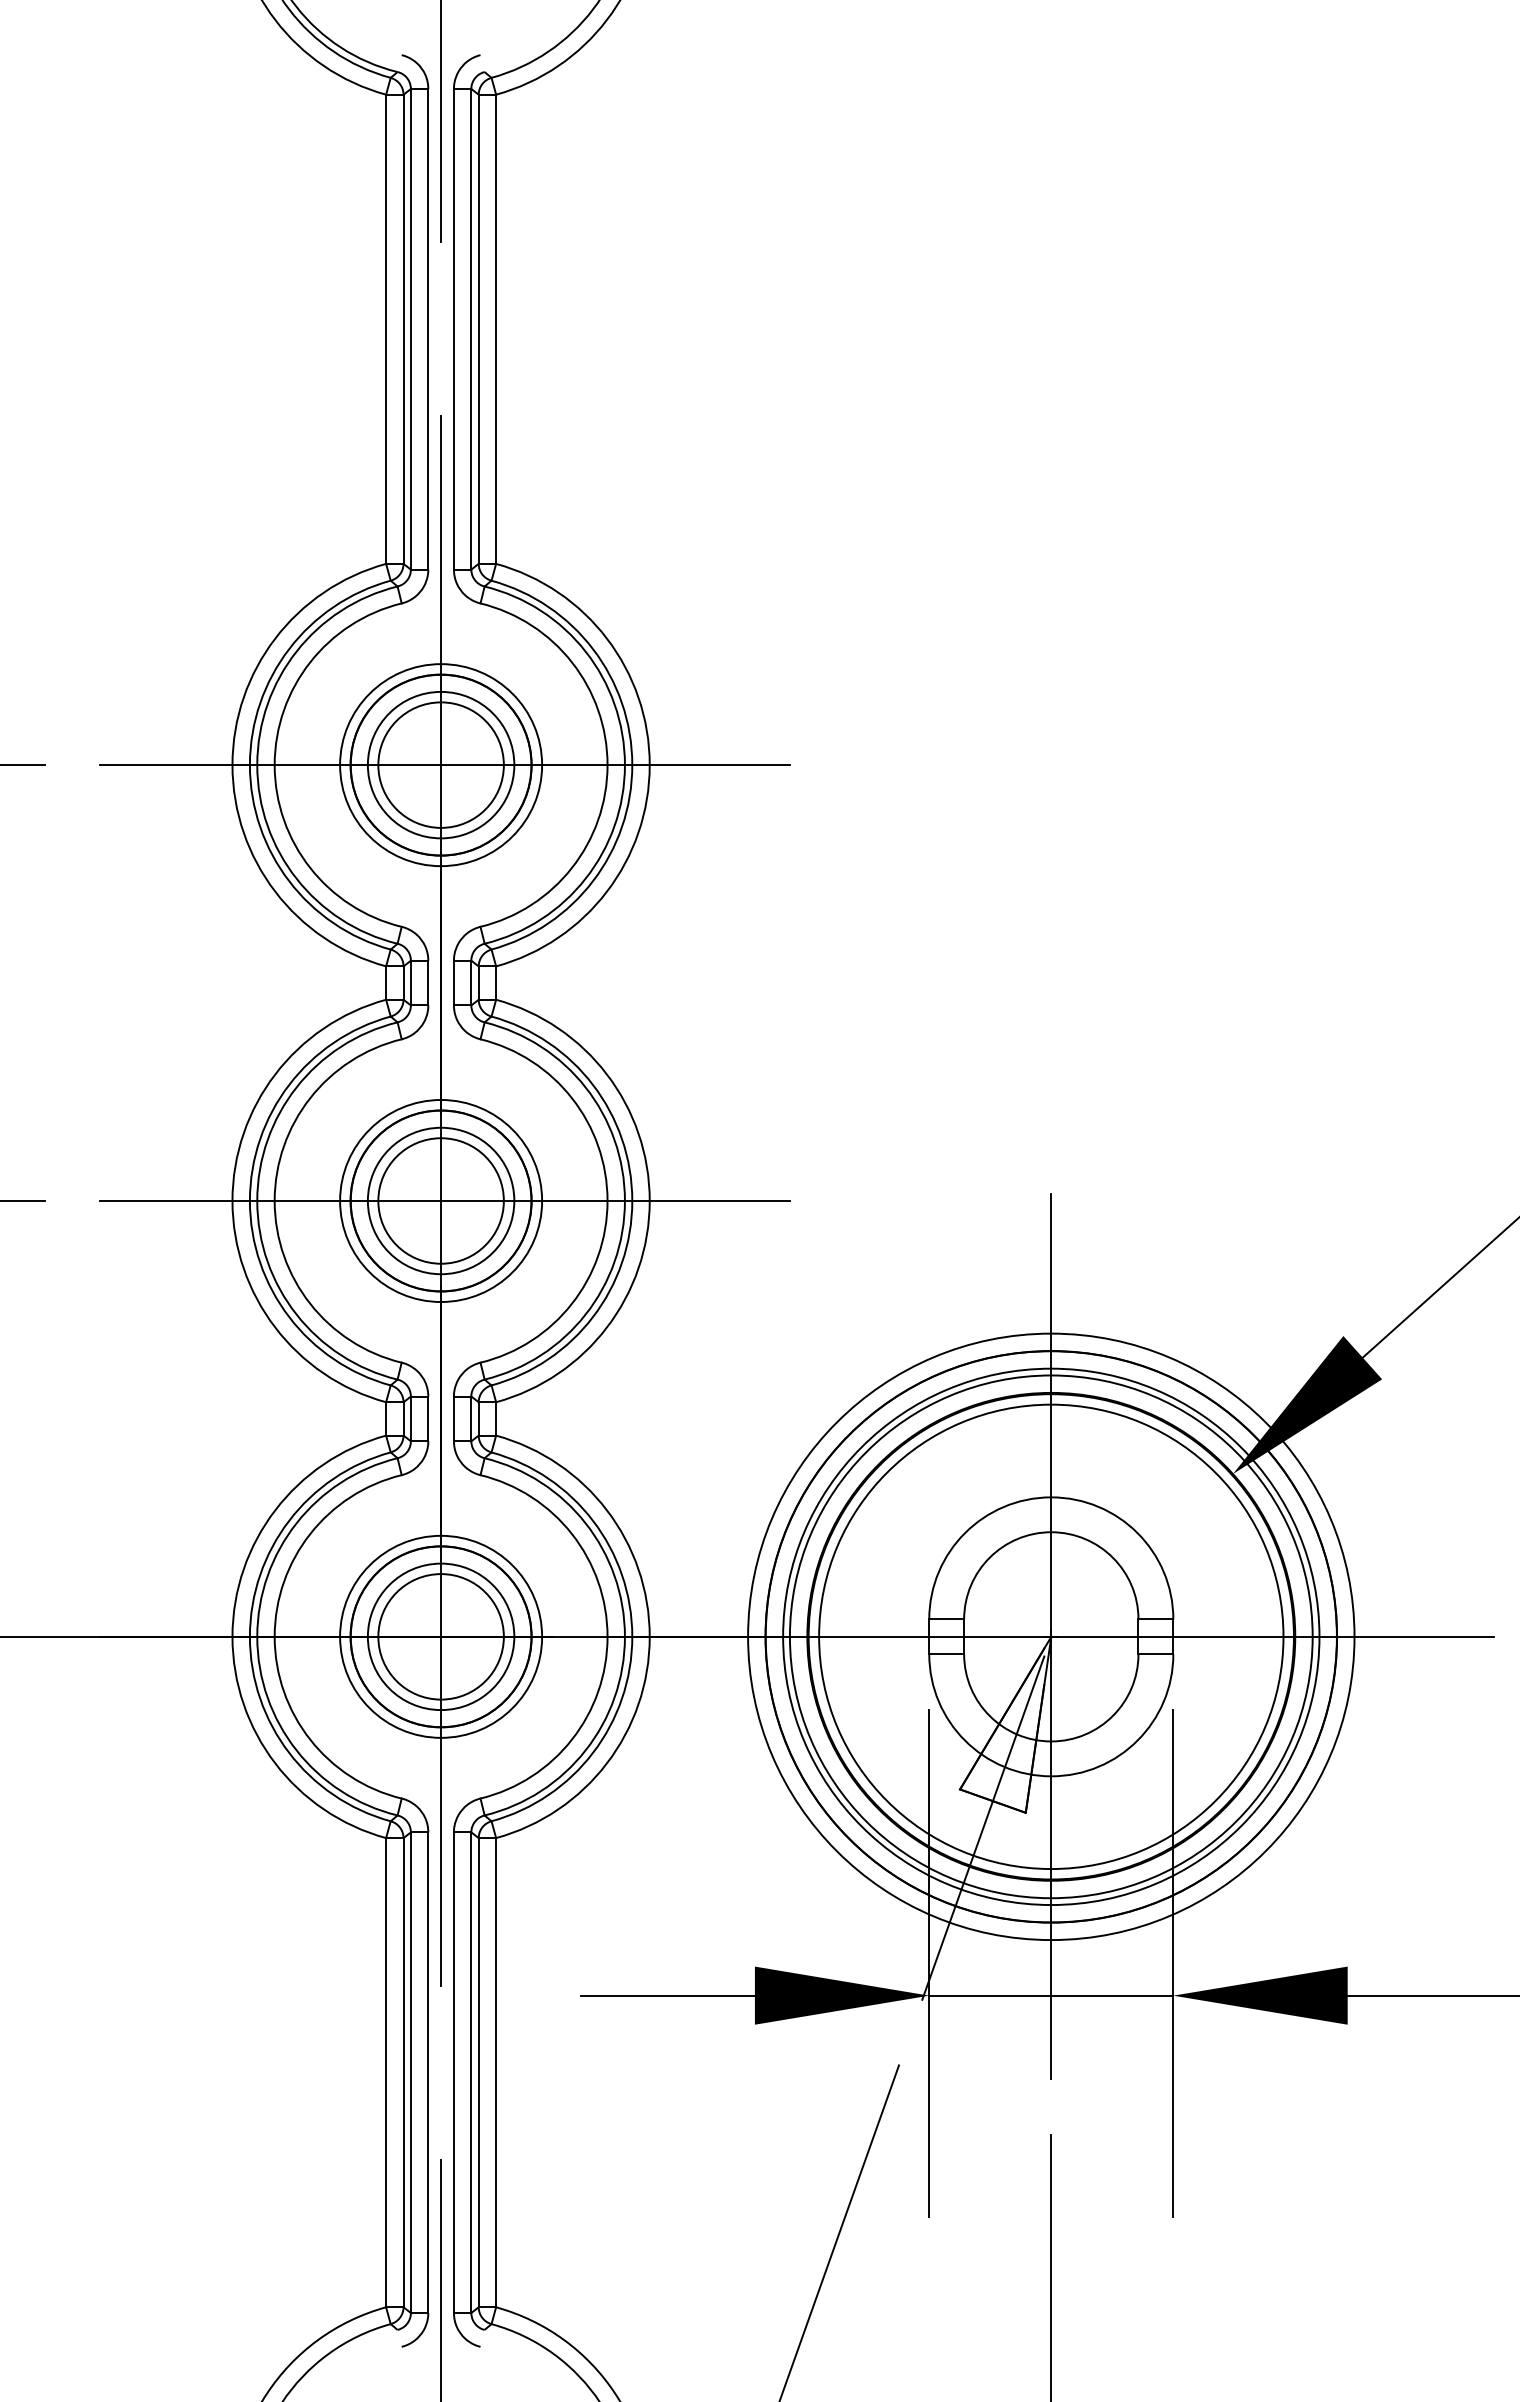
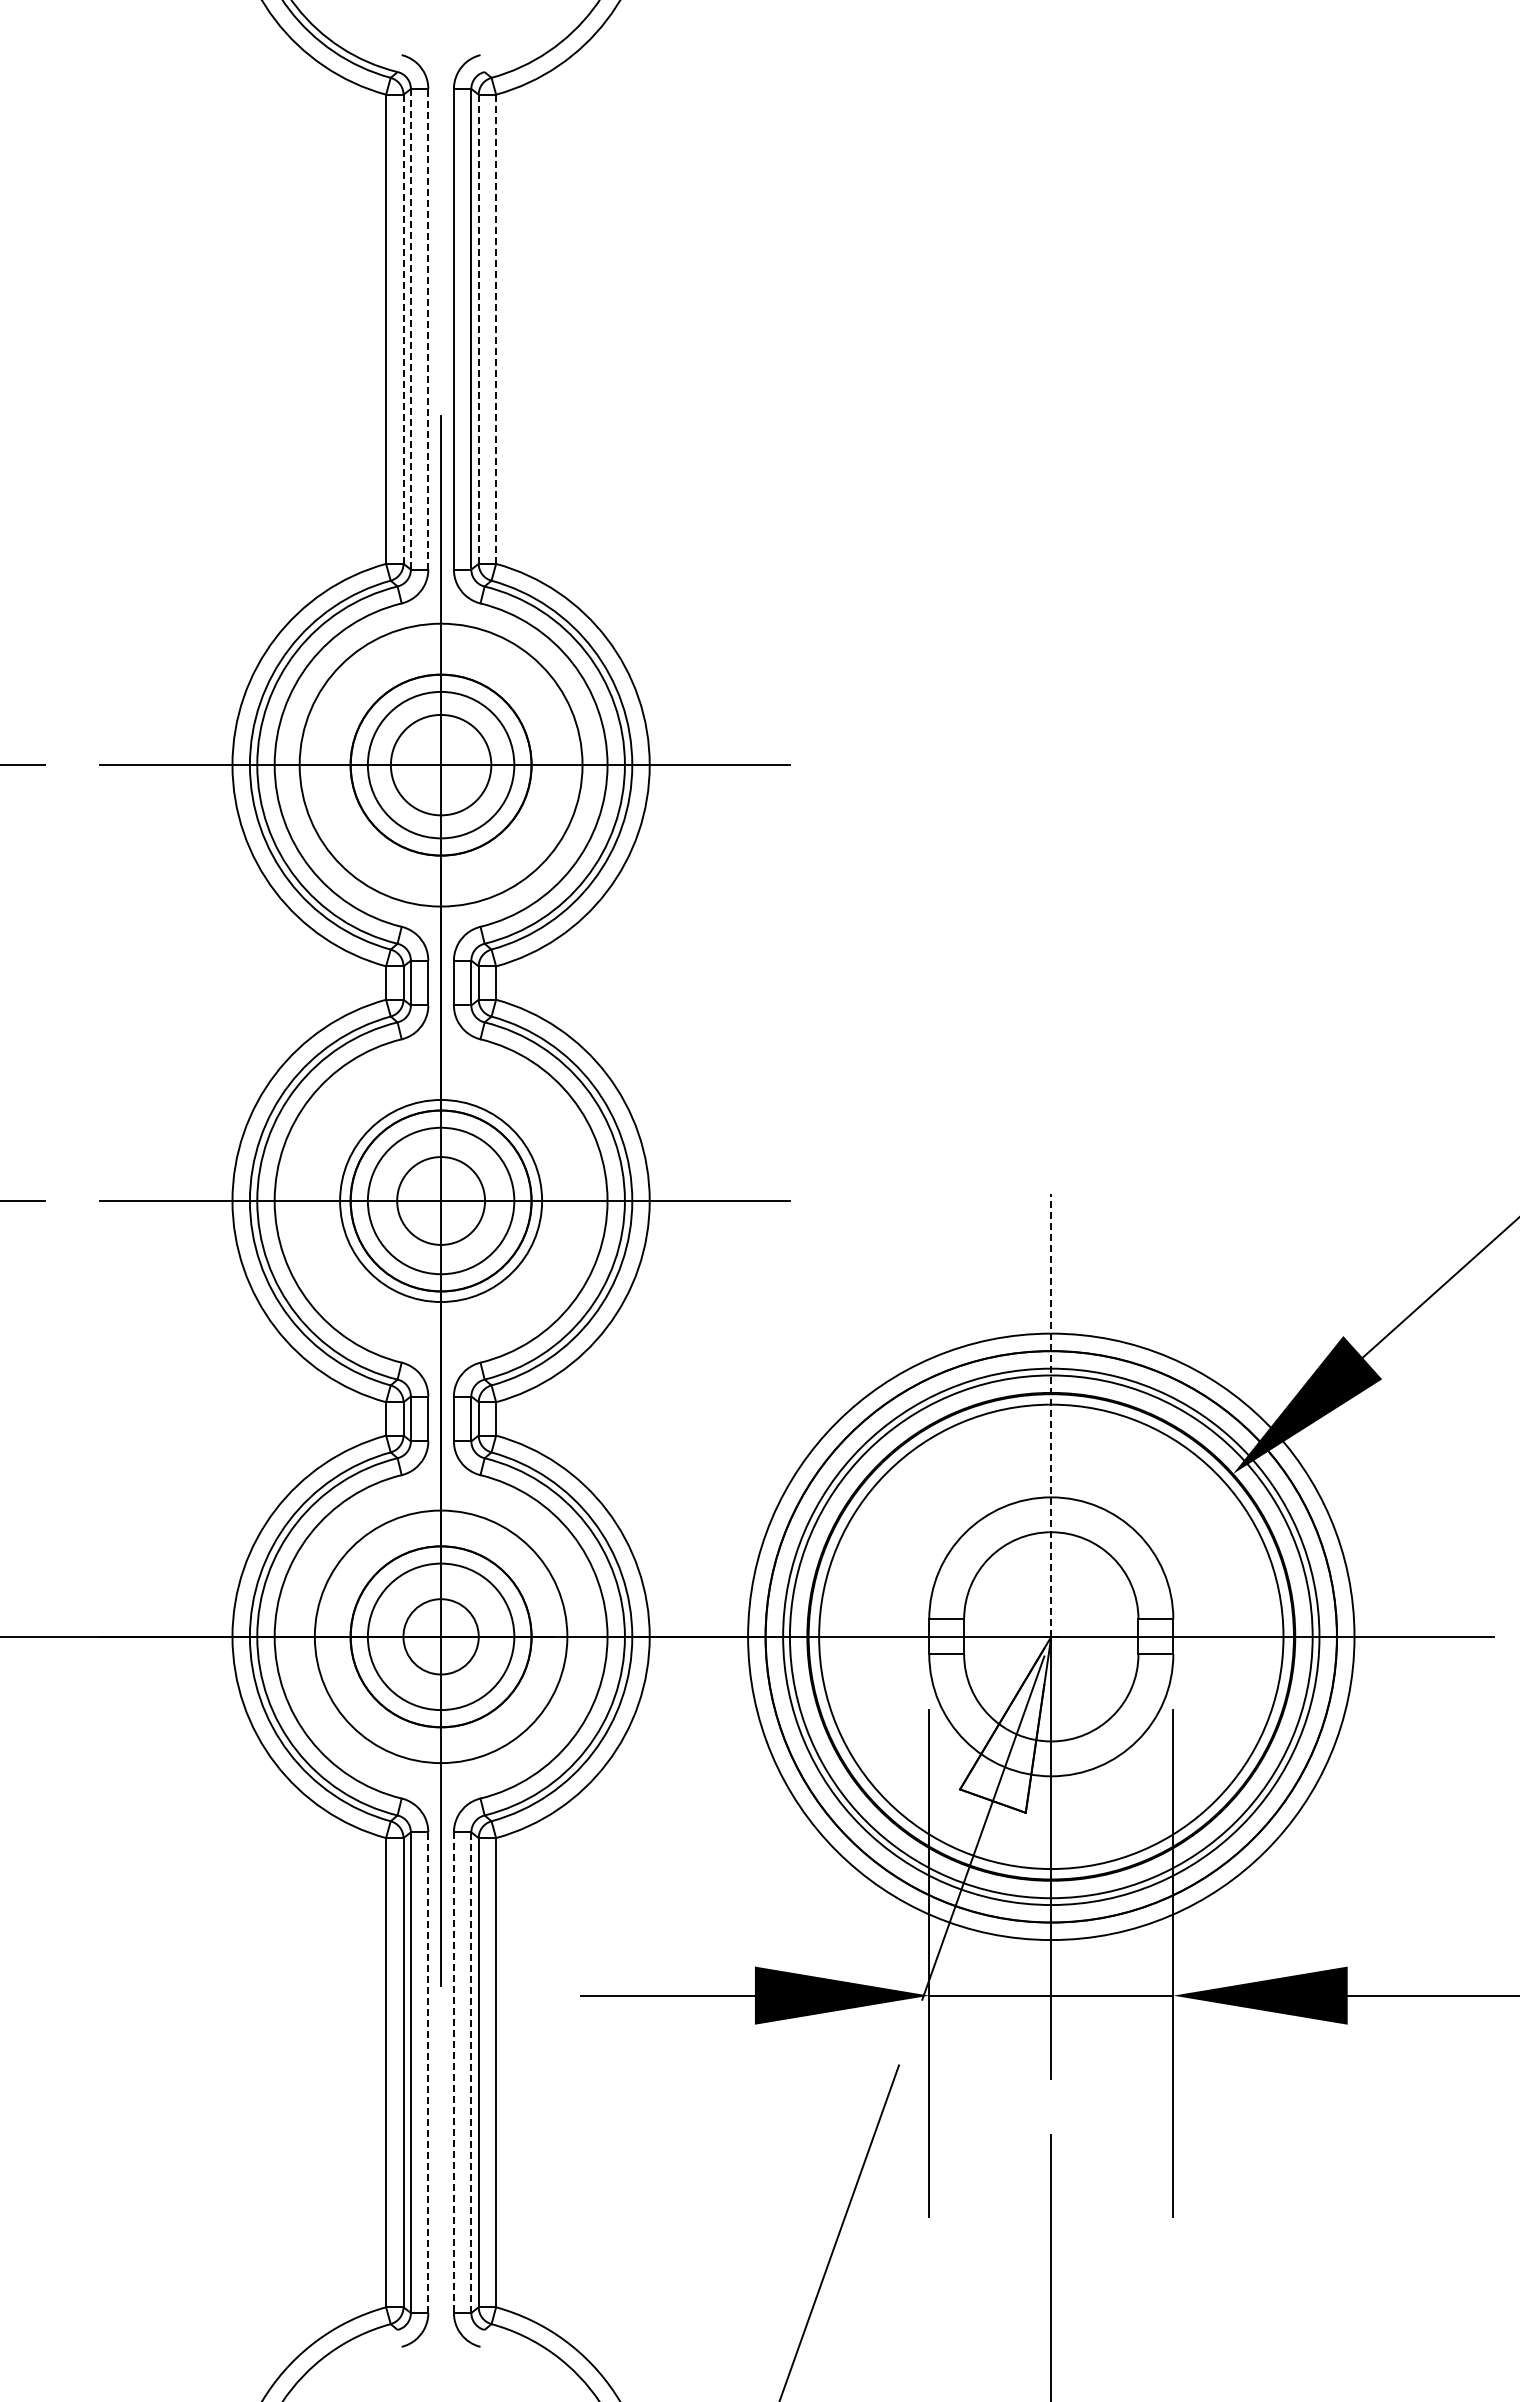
line at (441, 122): present -> none
line at (428, 328): solid -> dashed
line at (403, 329): solid -> dashed
line at (410, 329): solid -> dashed
line at (478, 329): solid -> dashed
line at (496, 329): solid -> dashed
circle at (440, 764) diameter: 126 px -> 100 px
circle at (441, 765) diameter: 202 px -> 283 px
circle at (440, 1200) diameter: 126 px -> 88 px
line at (1051, 1415): solid -> dashed
circle at (440, 1636) diameter: 126 px -> 75 px
circle at (441, 1636) diameter: 202 px -> 253 px
line at (428, 2072): solid -> dashed
line at (471, 2072): solid -> dashed
line at (453, 2073): solid -> dashed
line at (441, 2278): present -> none
